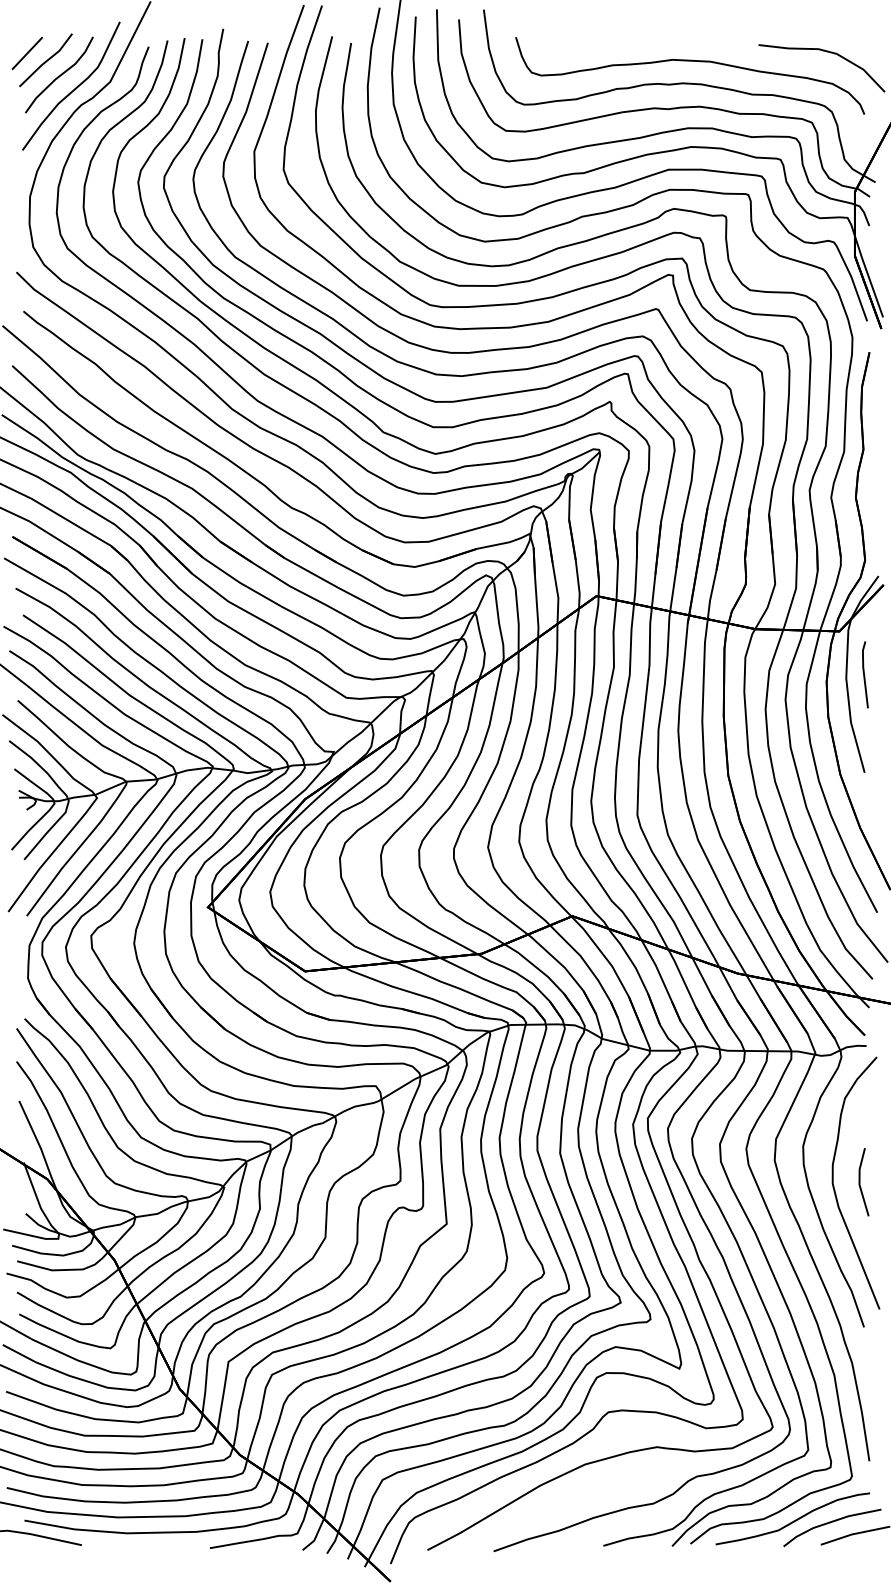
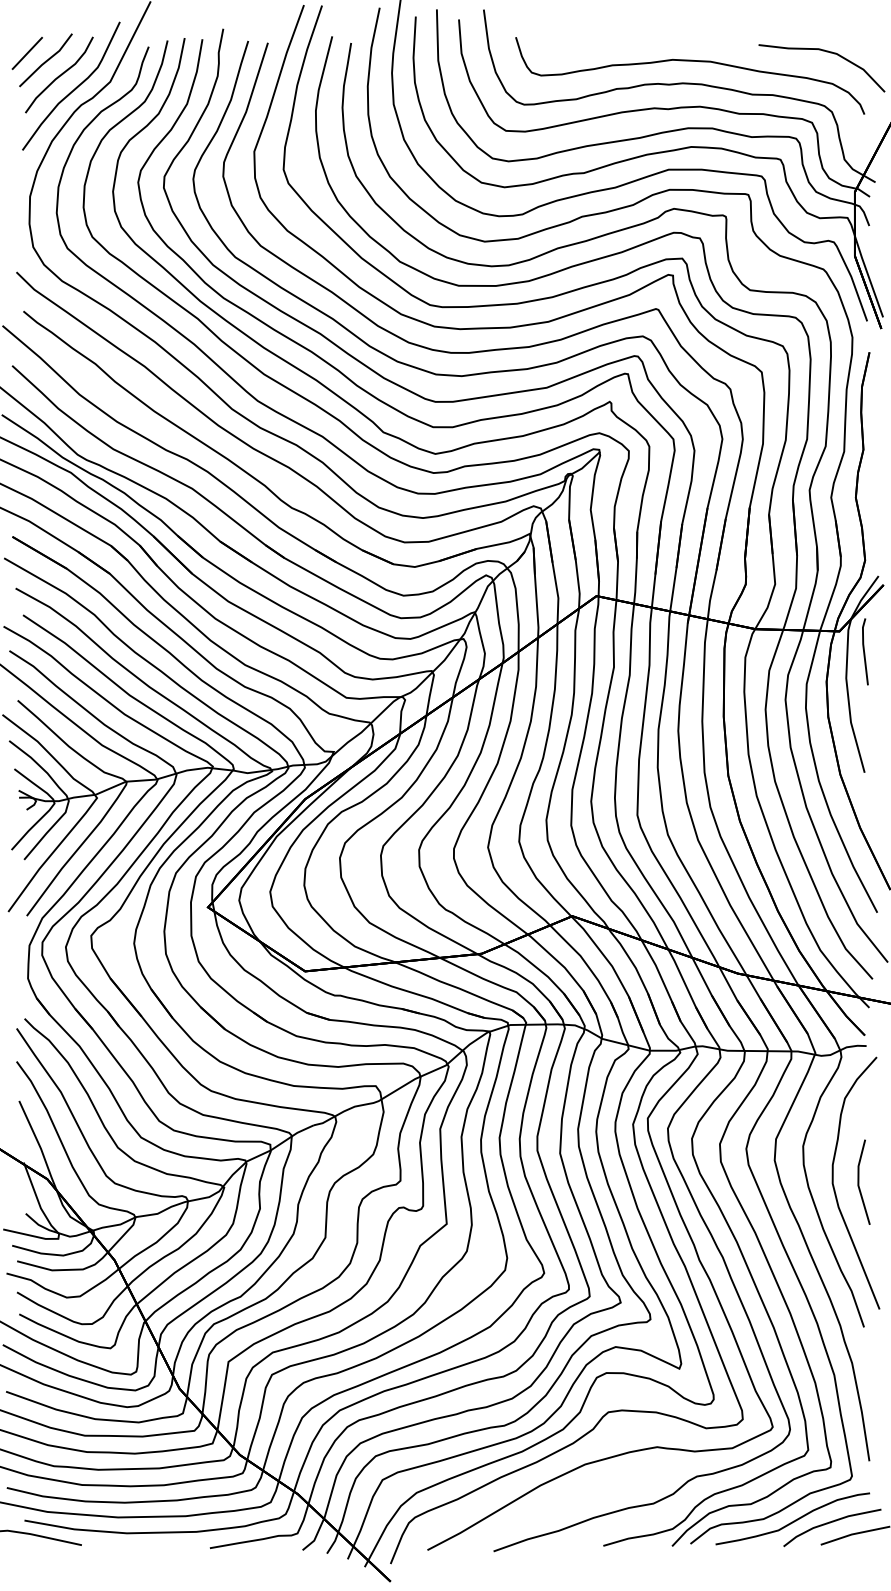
part at (865, 674) position: (865, 674) -> (865, 651)
part at (863, 1182) size: 12x69 px -> 14x86 px
